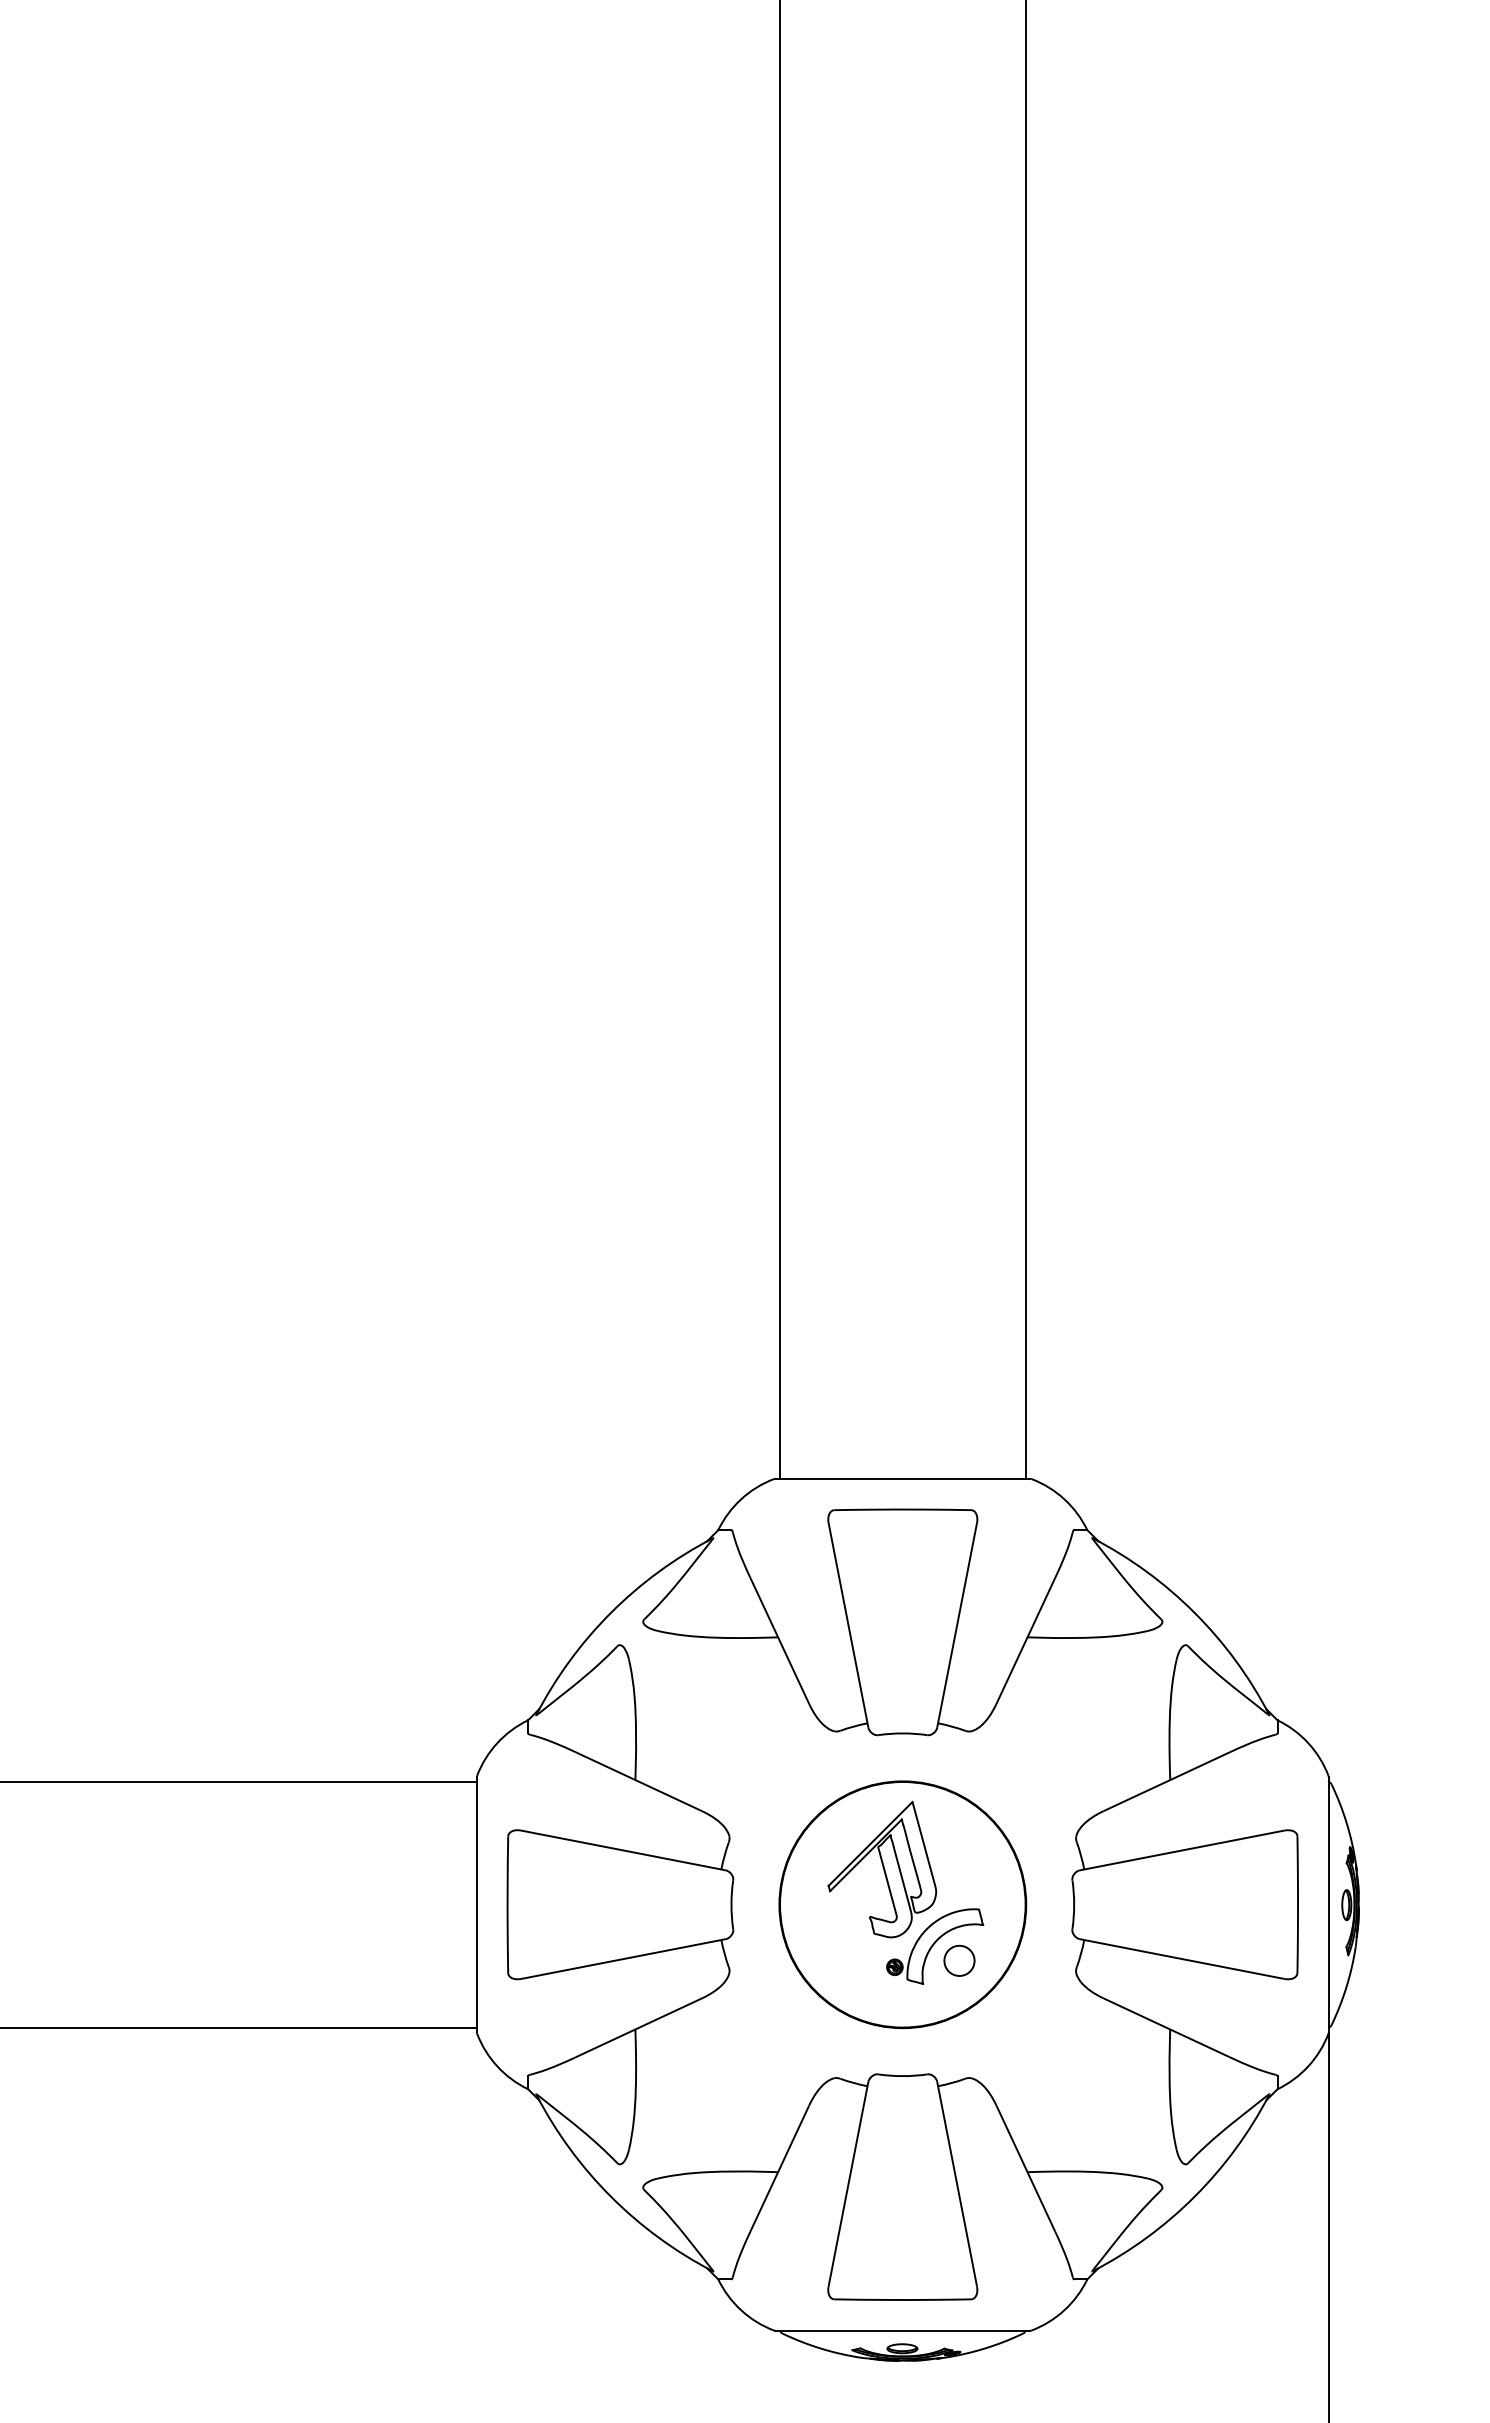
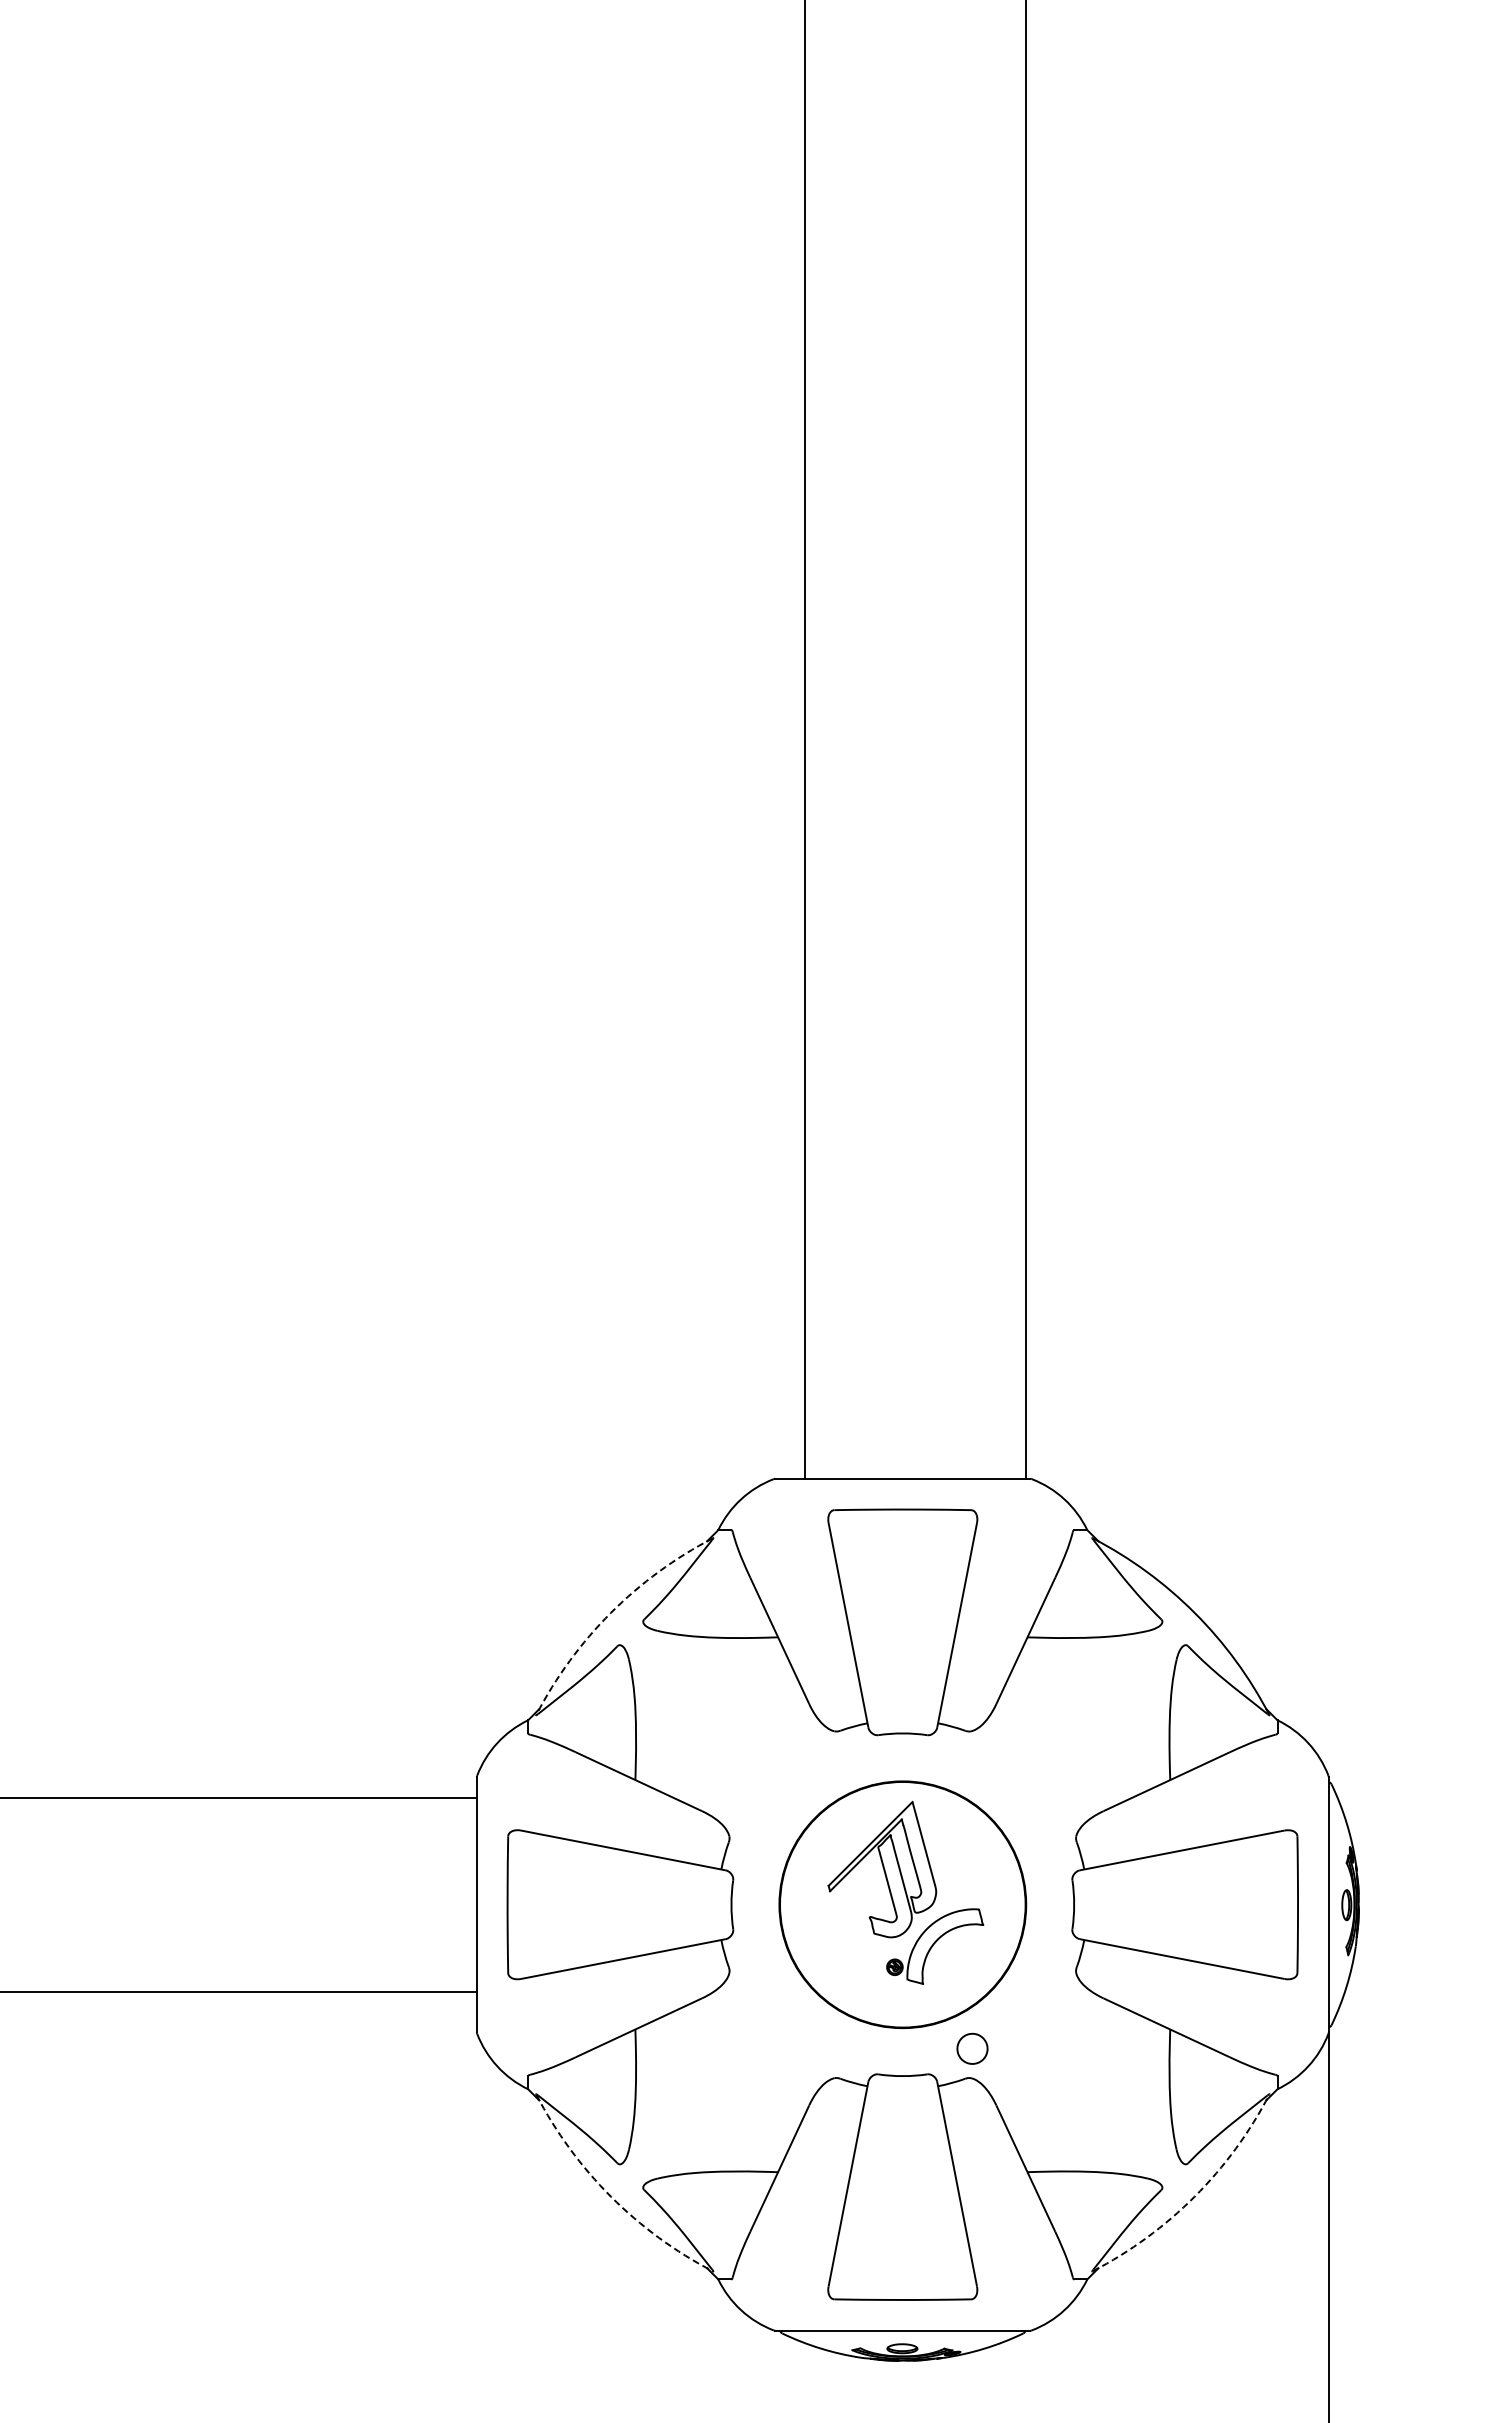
line at (780, 740) position: (780, 740) -> (805, 740)
arc at (610, 1612): solid -> dashed
line at (239, 1782) position: (239, 1782) -> (239, 1798)
part at (959, 1960) position: (959, 1960) -> (972, 2048)
line at (239, 2027) position: (239, 2027) -> (239, 1991)
arc at (610, 2196): solid -> dashed
arc at (1194, 2196): solid -> dashed
